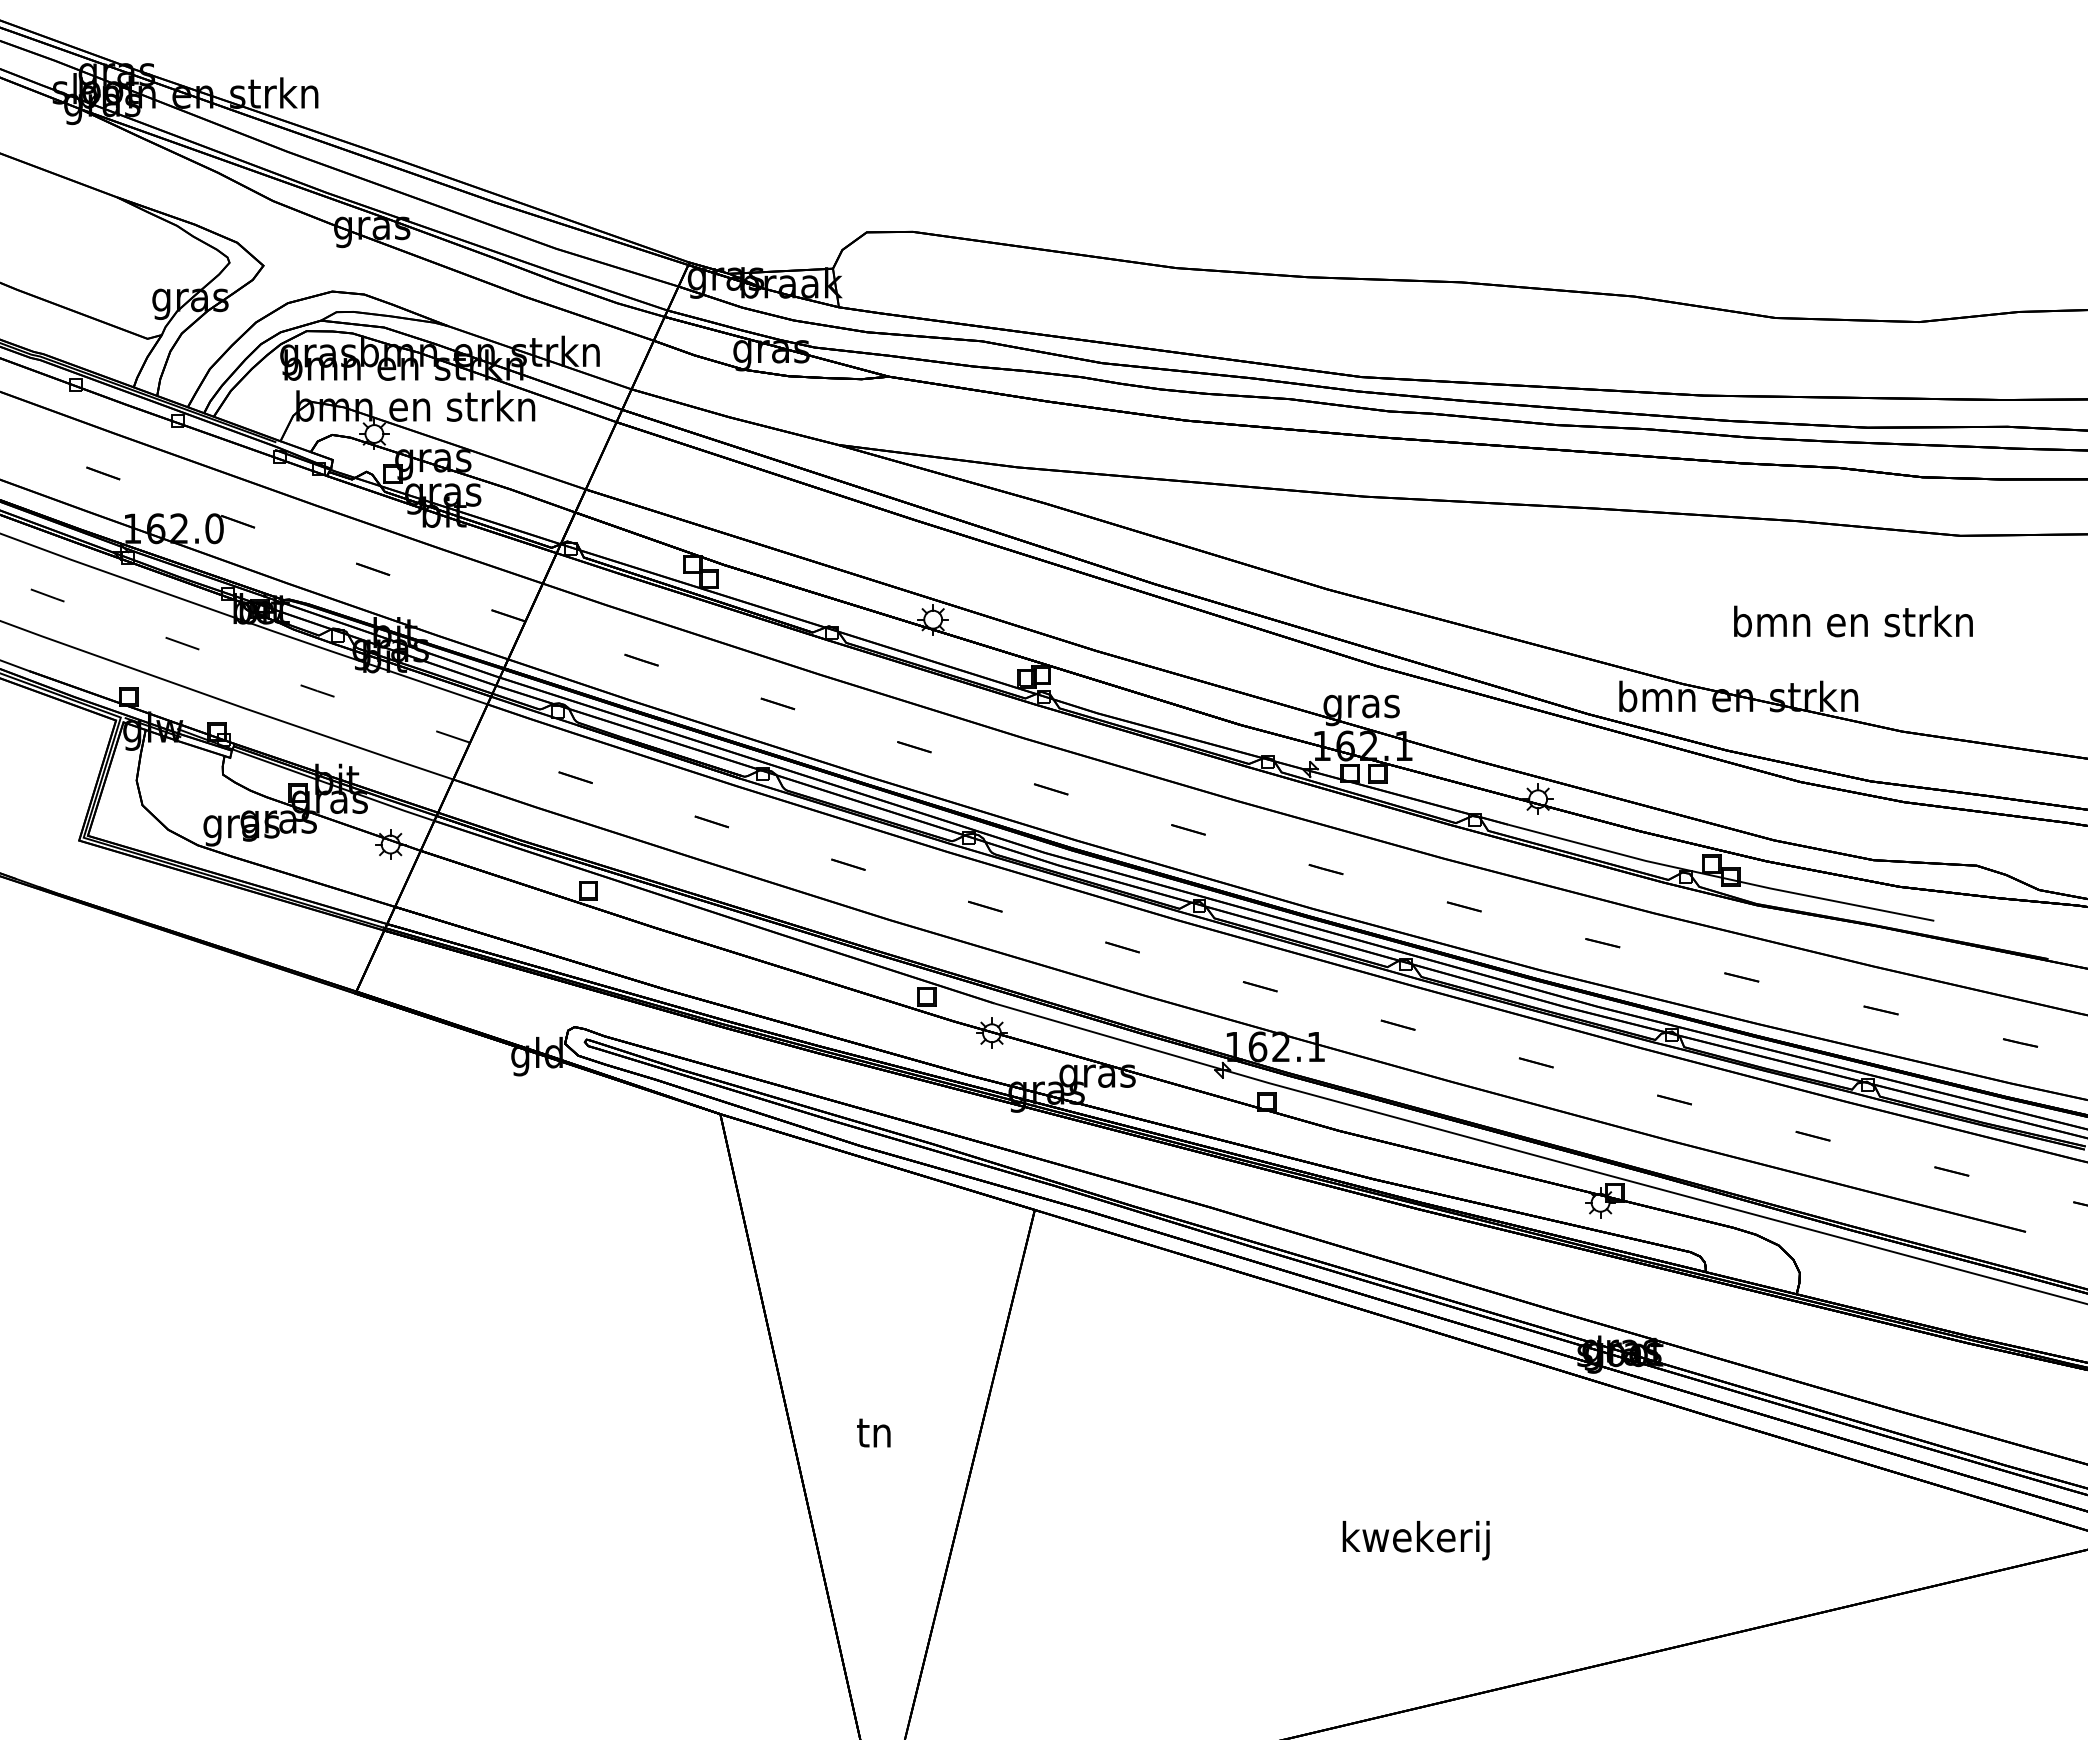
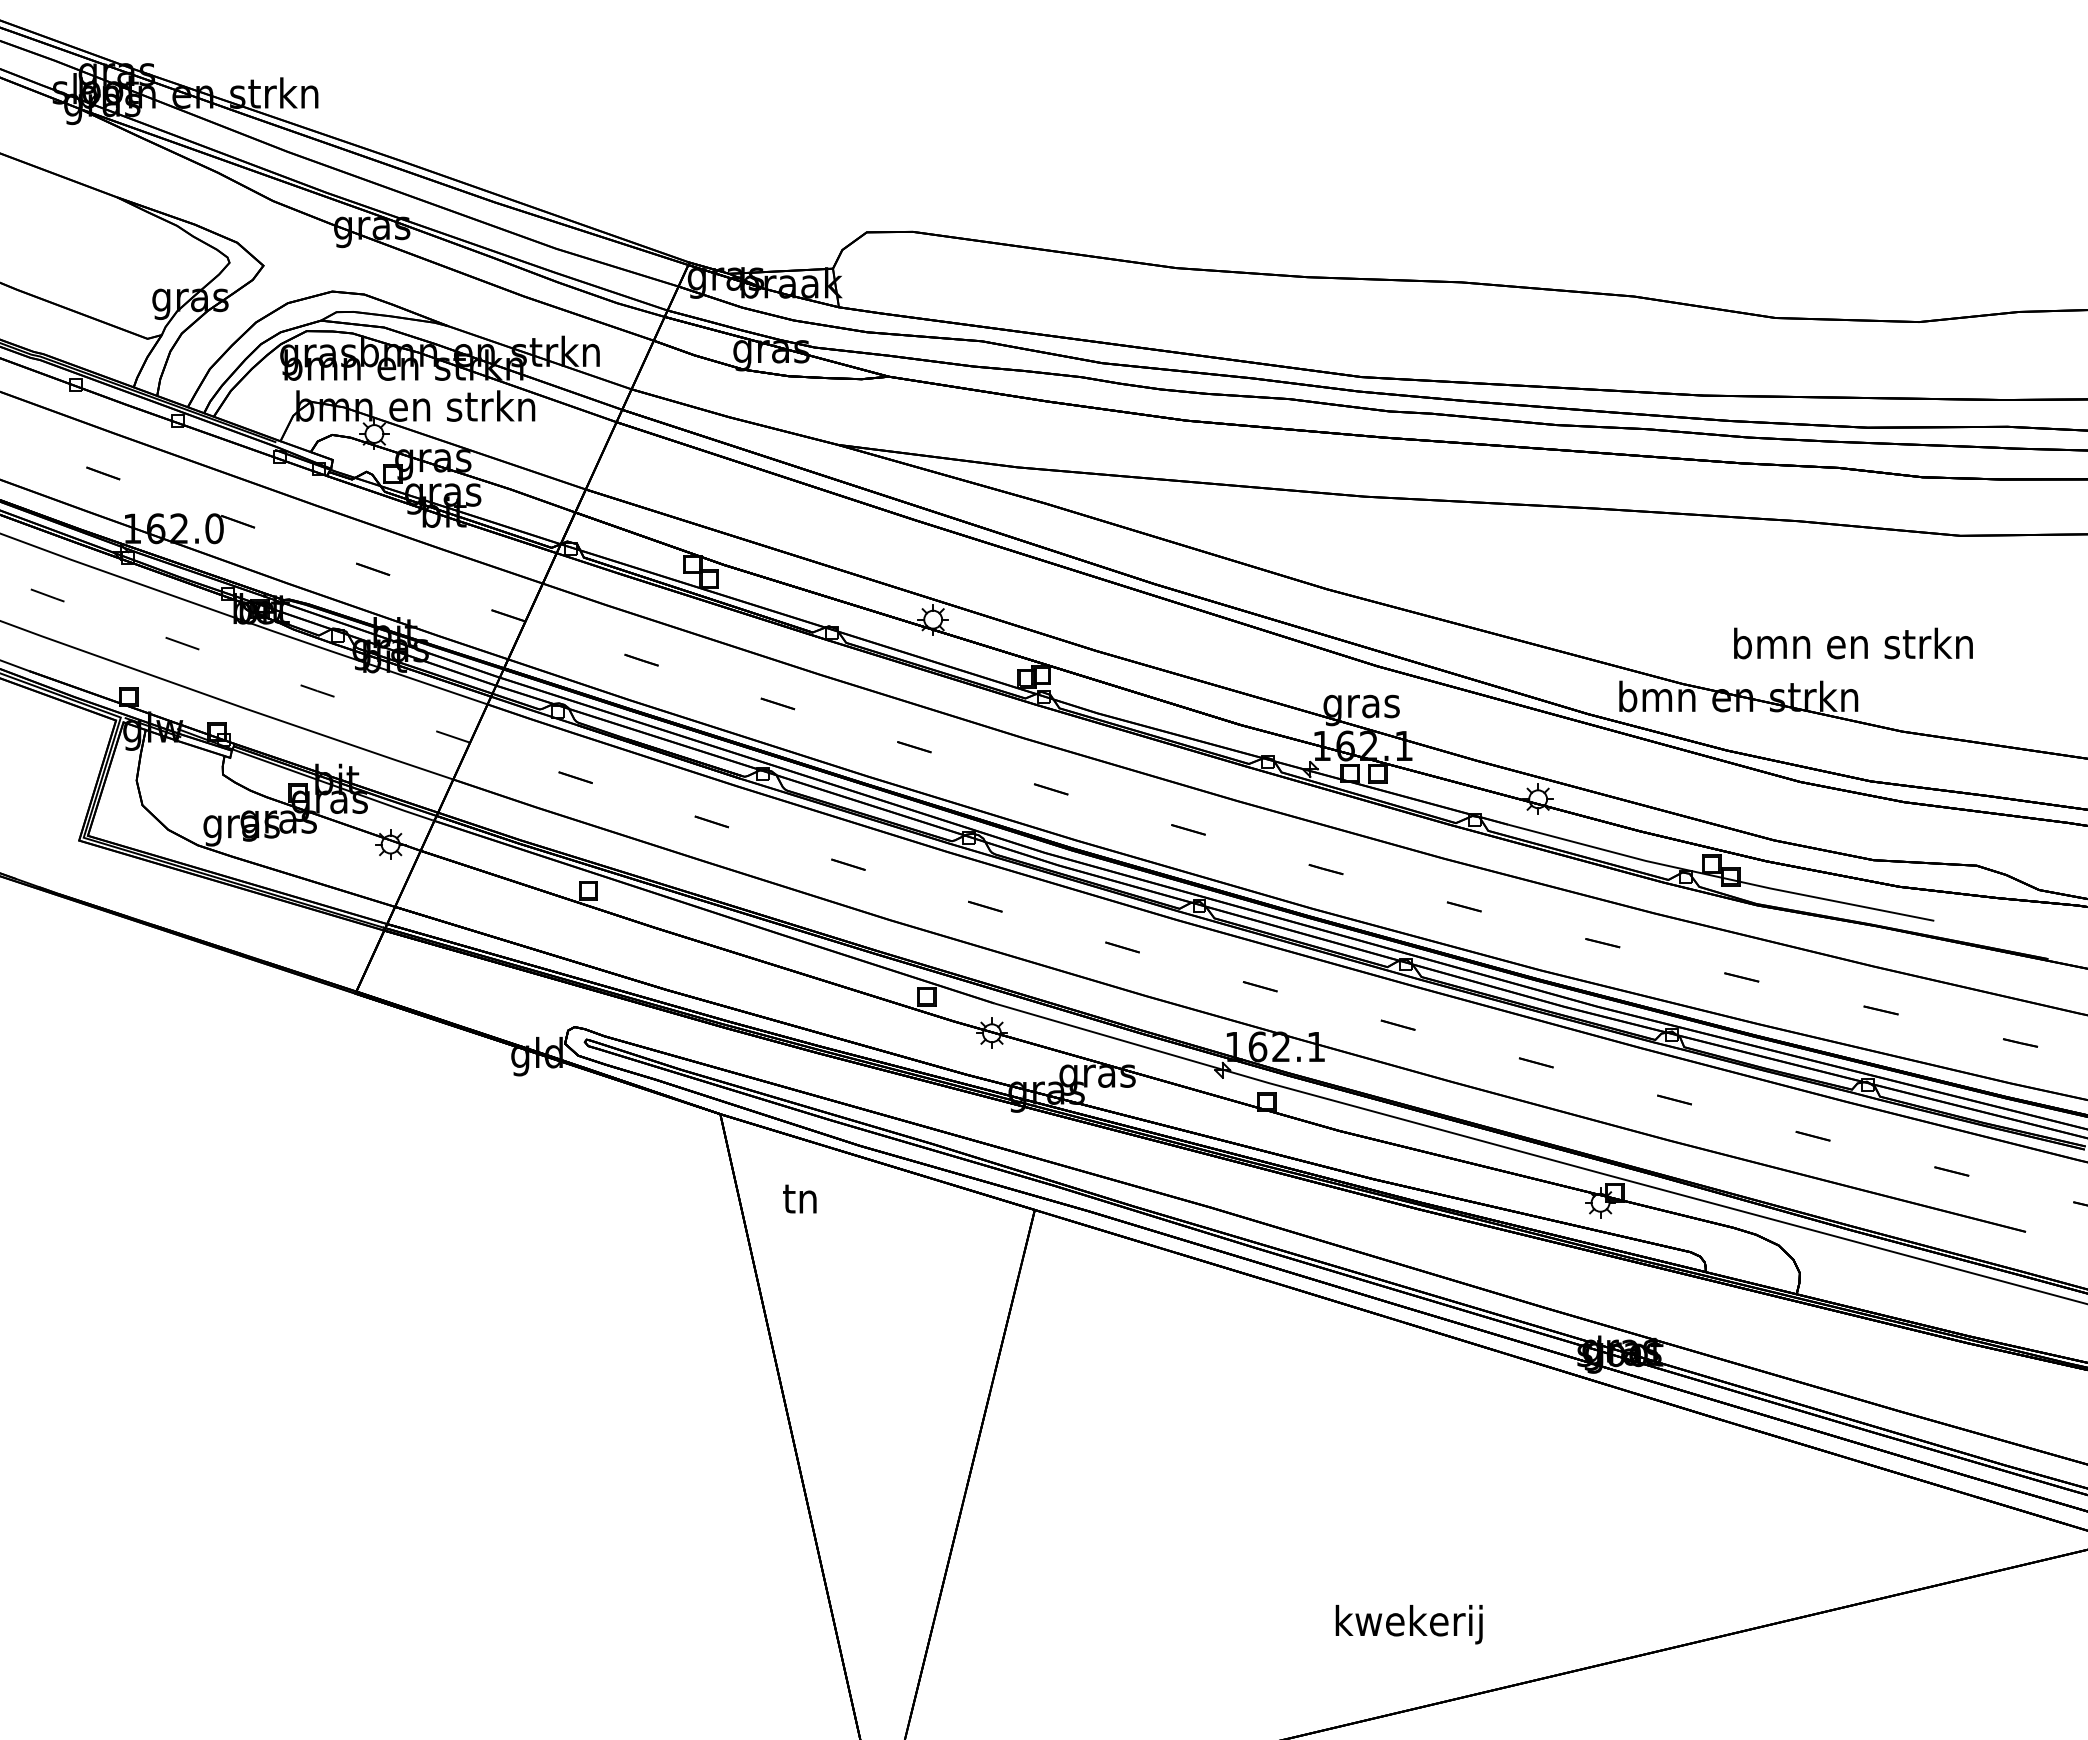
text at (1853, 621) position: (1853, 621) -> (1853, 643)
text at (873, 1432) position: (873, 1432) -> (799, 1198)
text at (1415, 1540) position: (1415, 1540) -> (1408, 1624)
